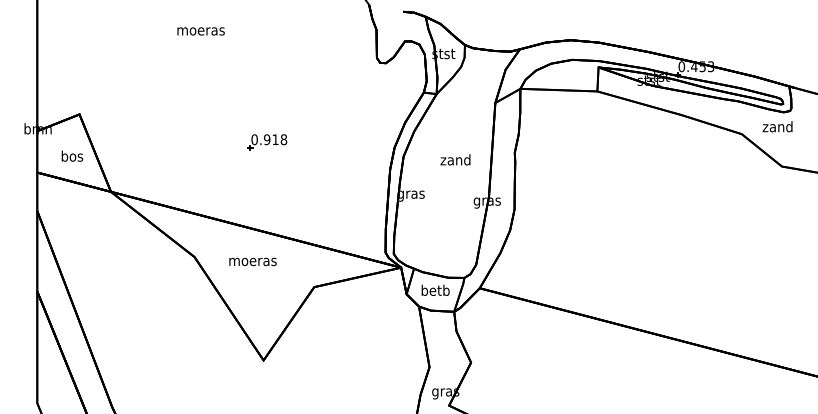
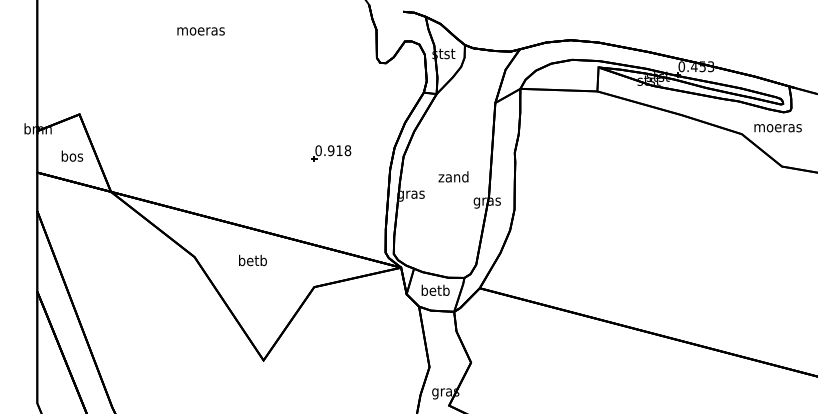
text at (777, 126): zand -> moeras
part at (267, 142) position: (267, 142) -> (331, 153)
text at (455, 159) position: (455, 159) -> (453, 176)
text at (252, 260): moeras -> betb
